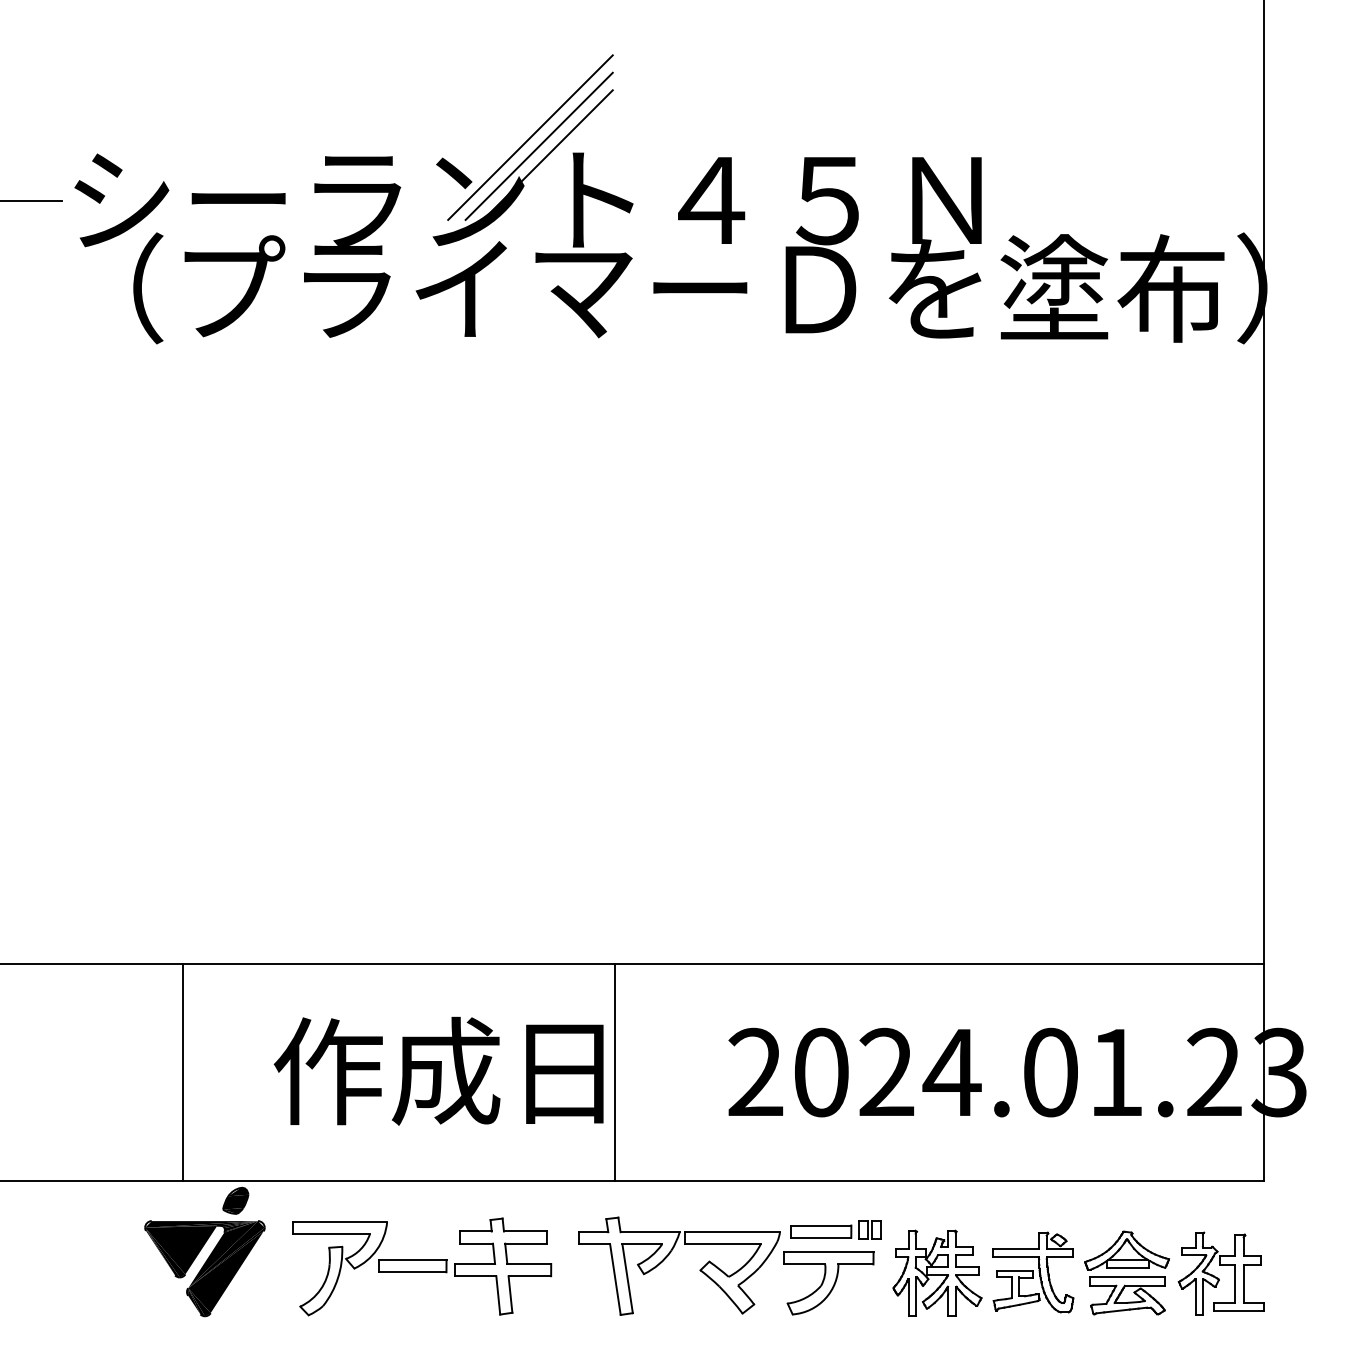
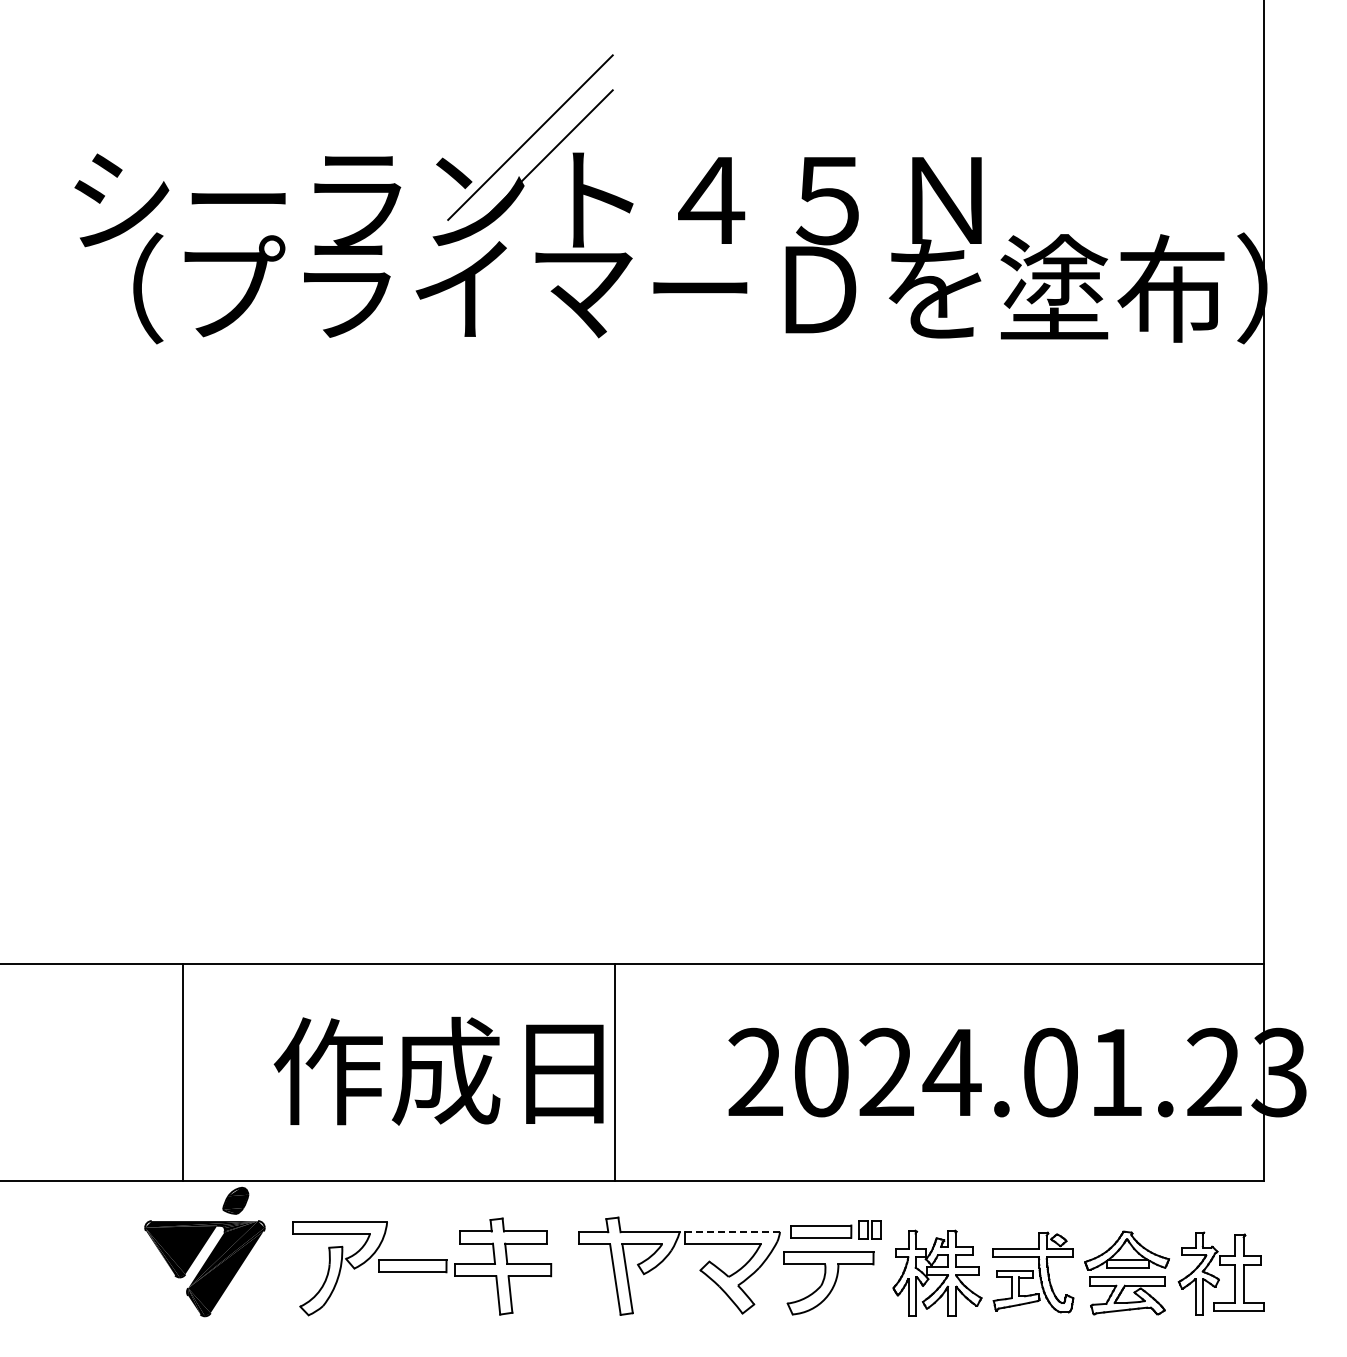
line at (538, 145): present -> none
line at (31, 200): present -> none
line at (732, 1231): solid -> dashed
